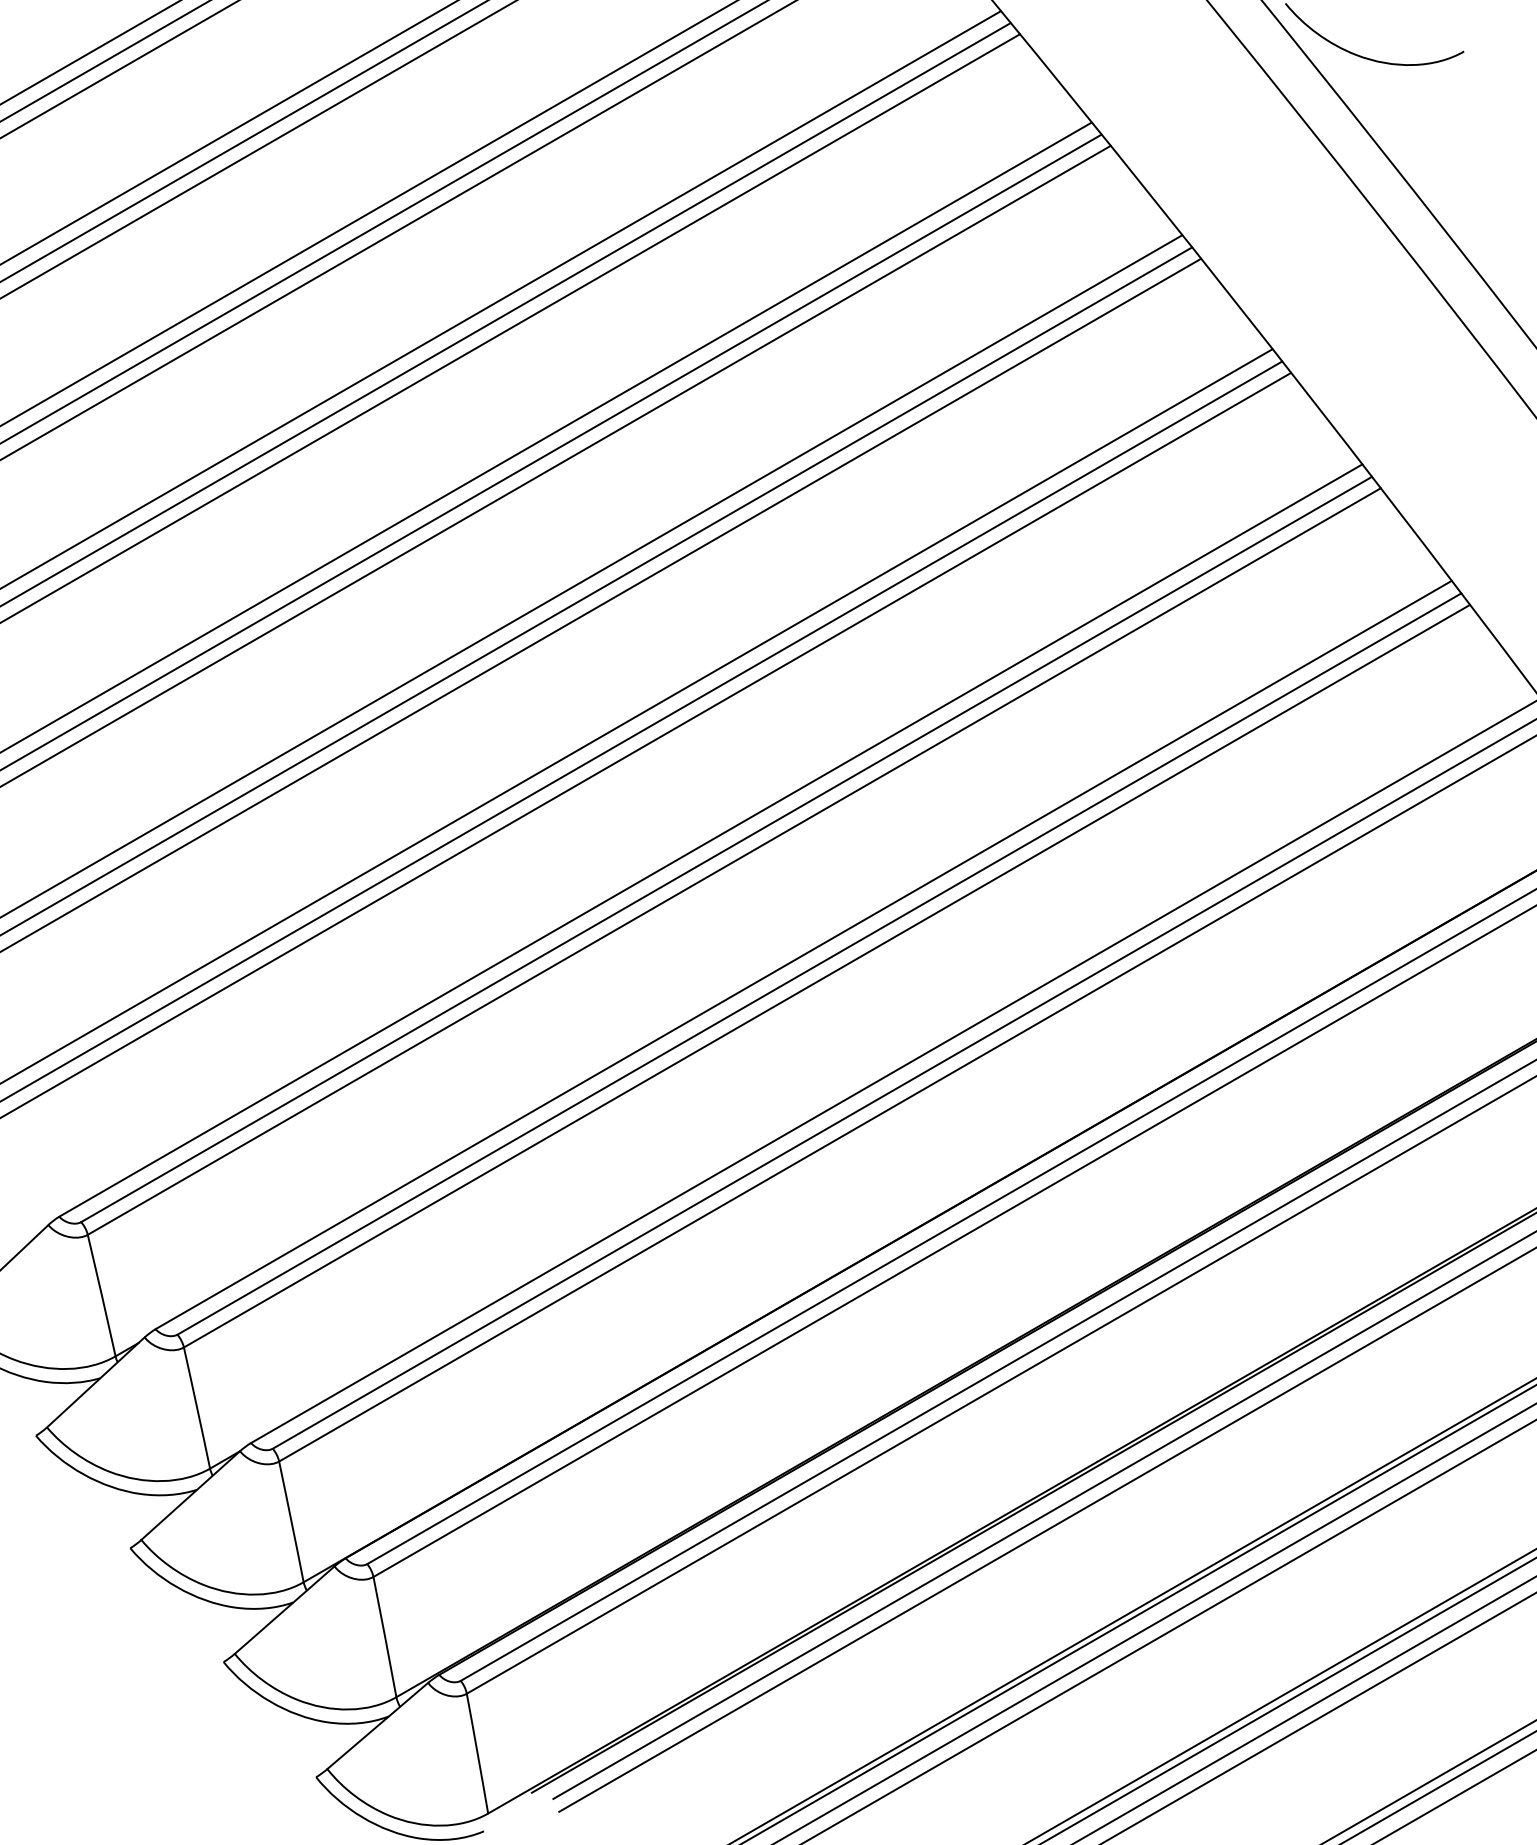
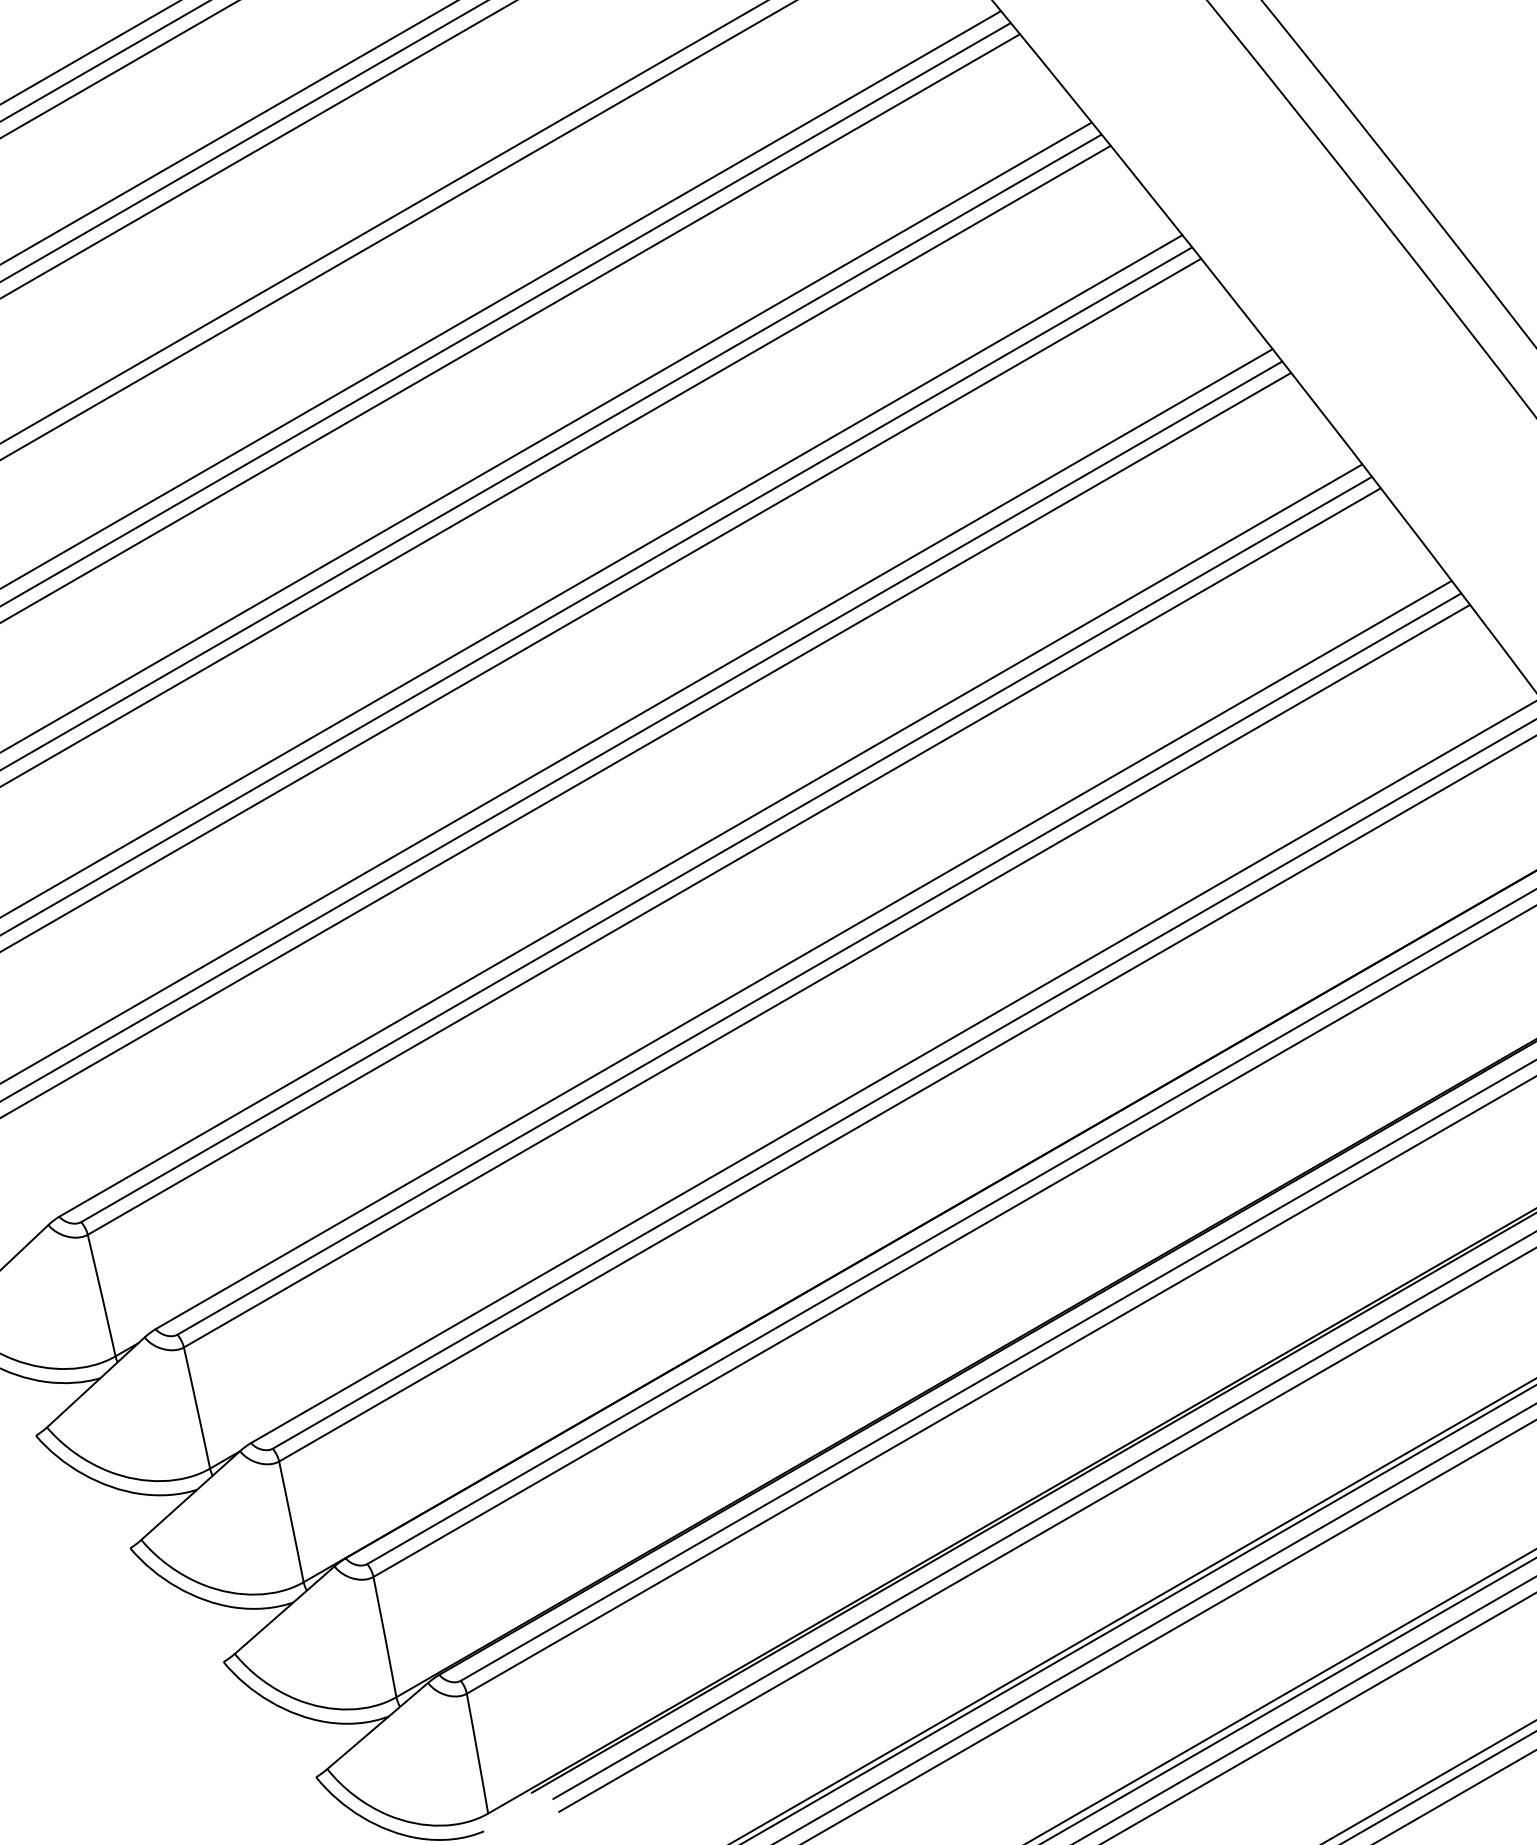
curve at (1367, 57): present -> none
line at (368, 213): present -> none
